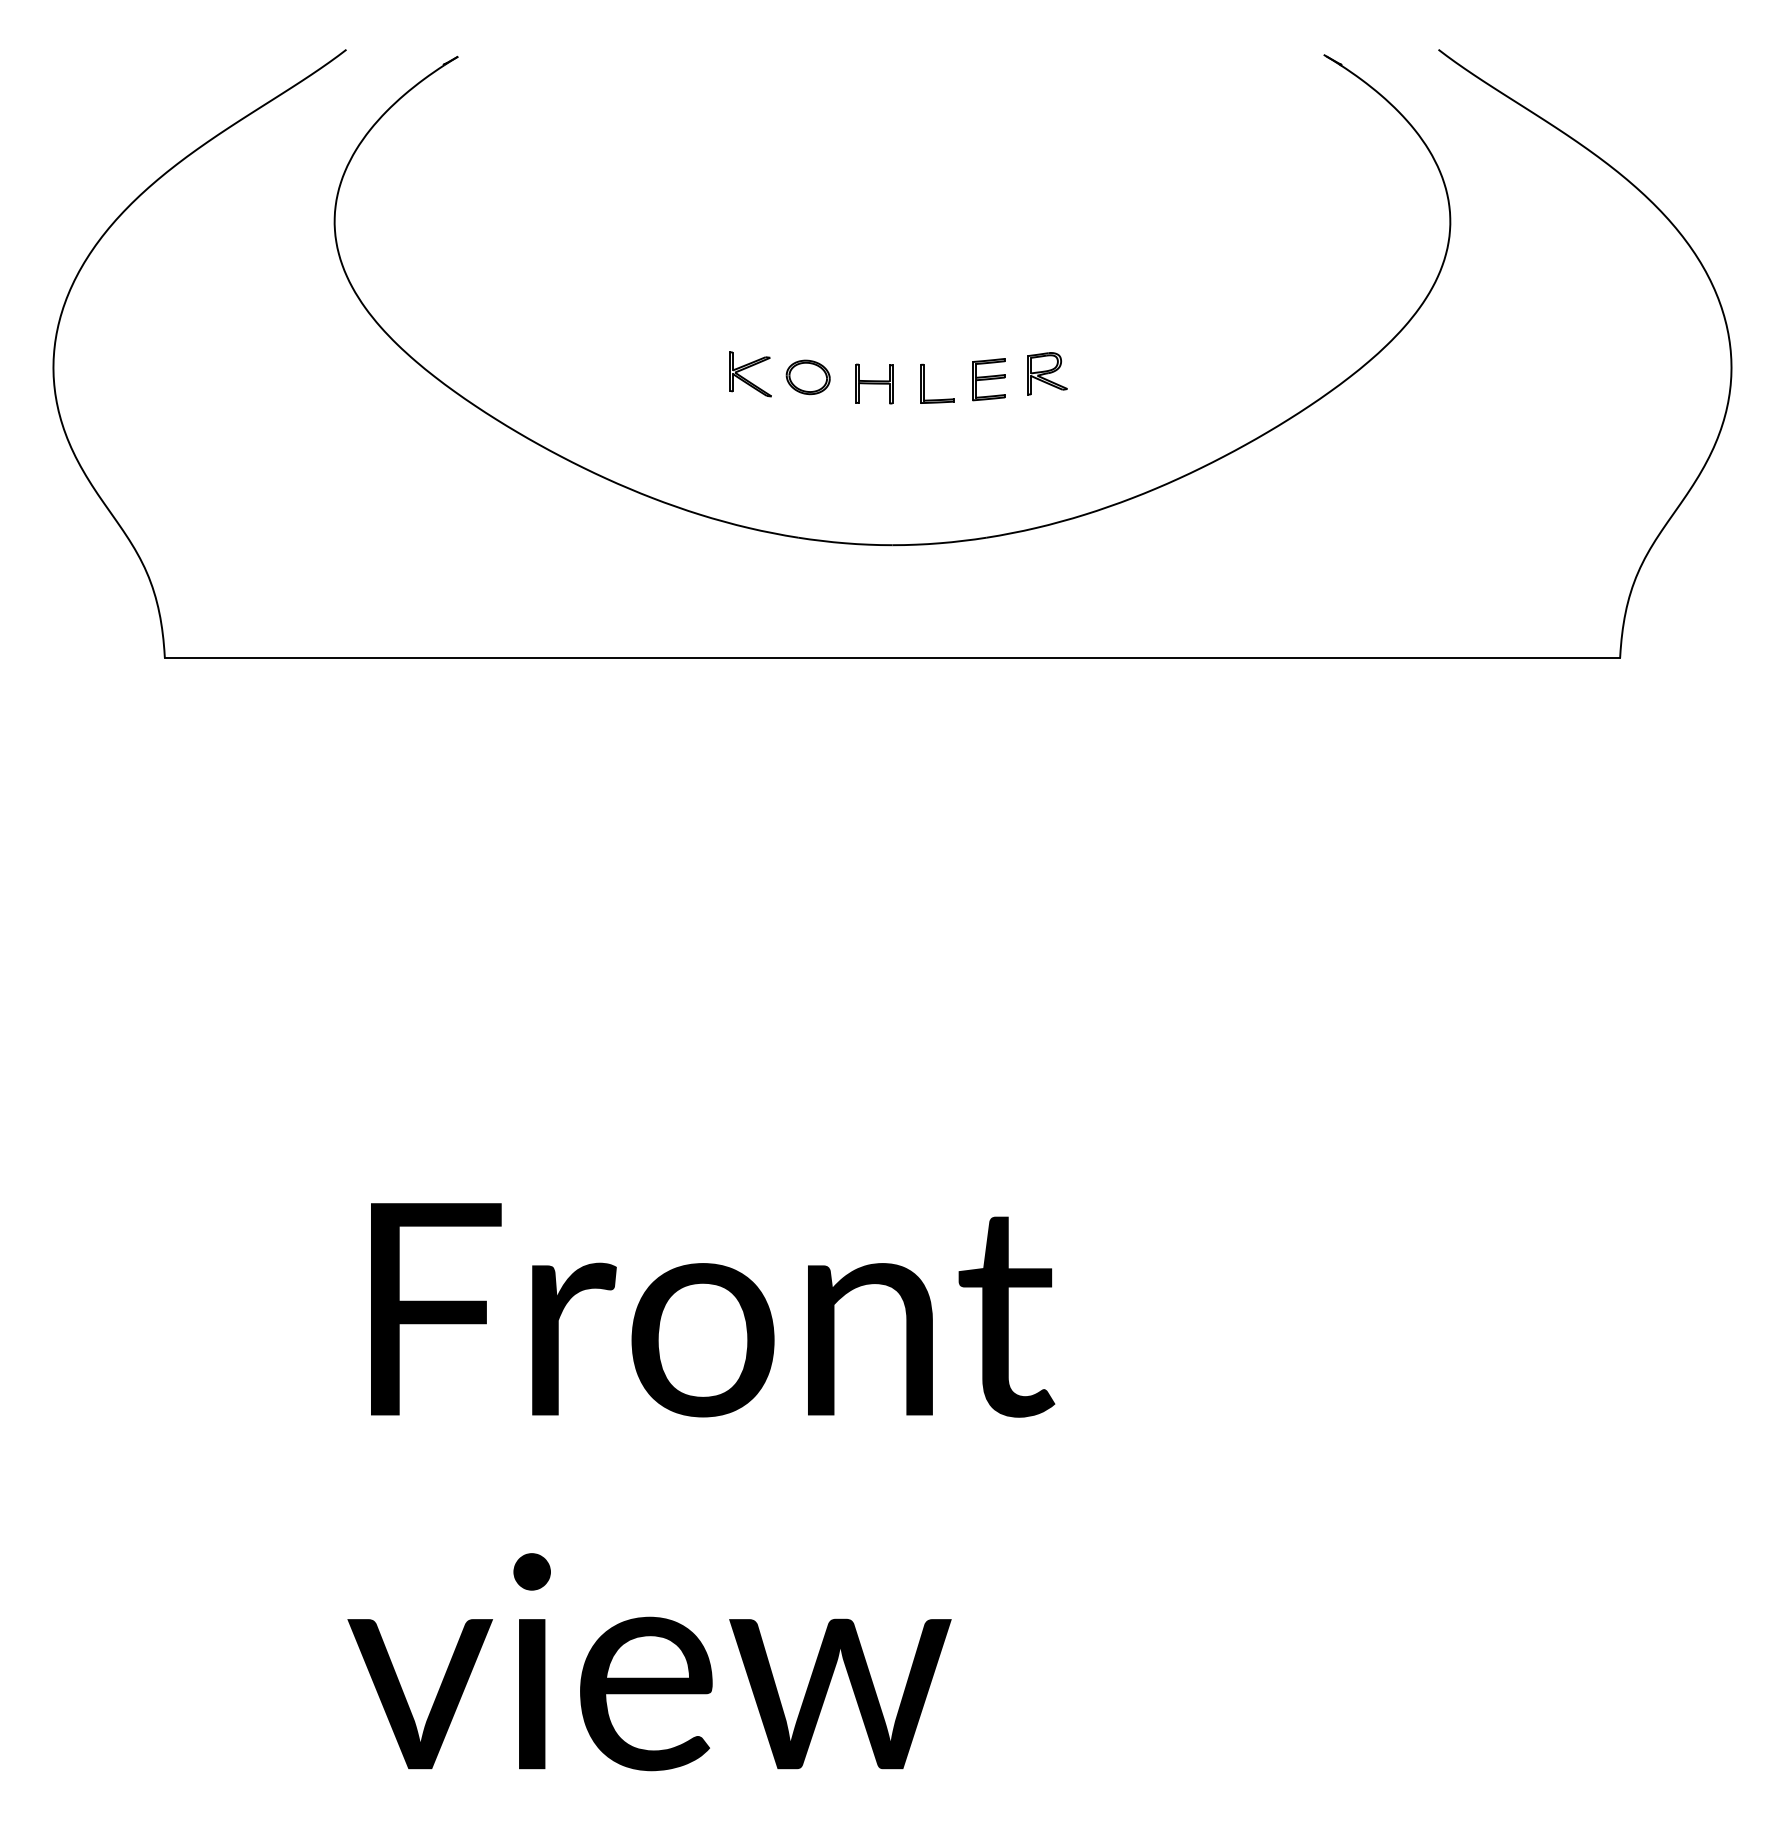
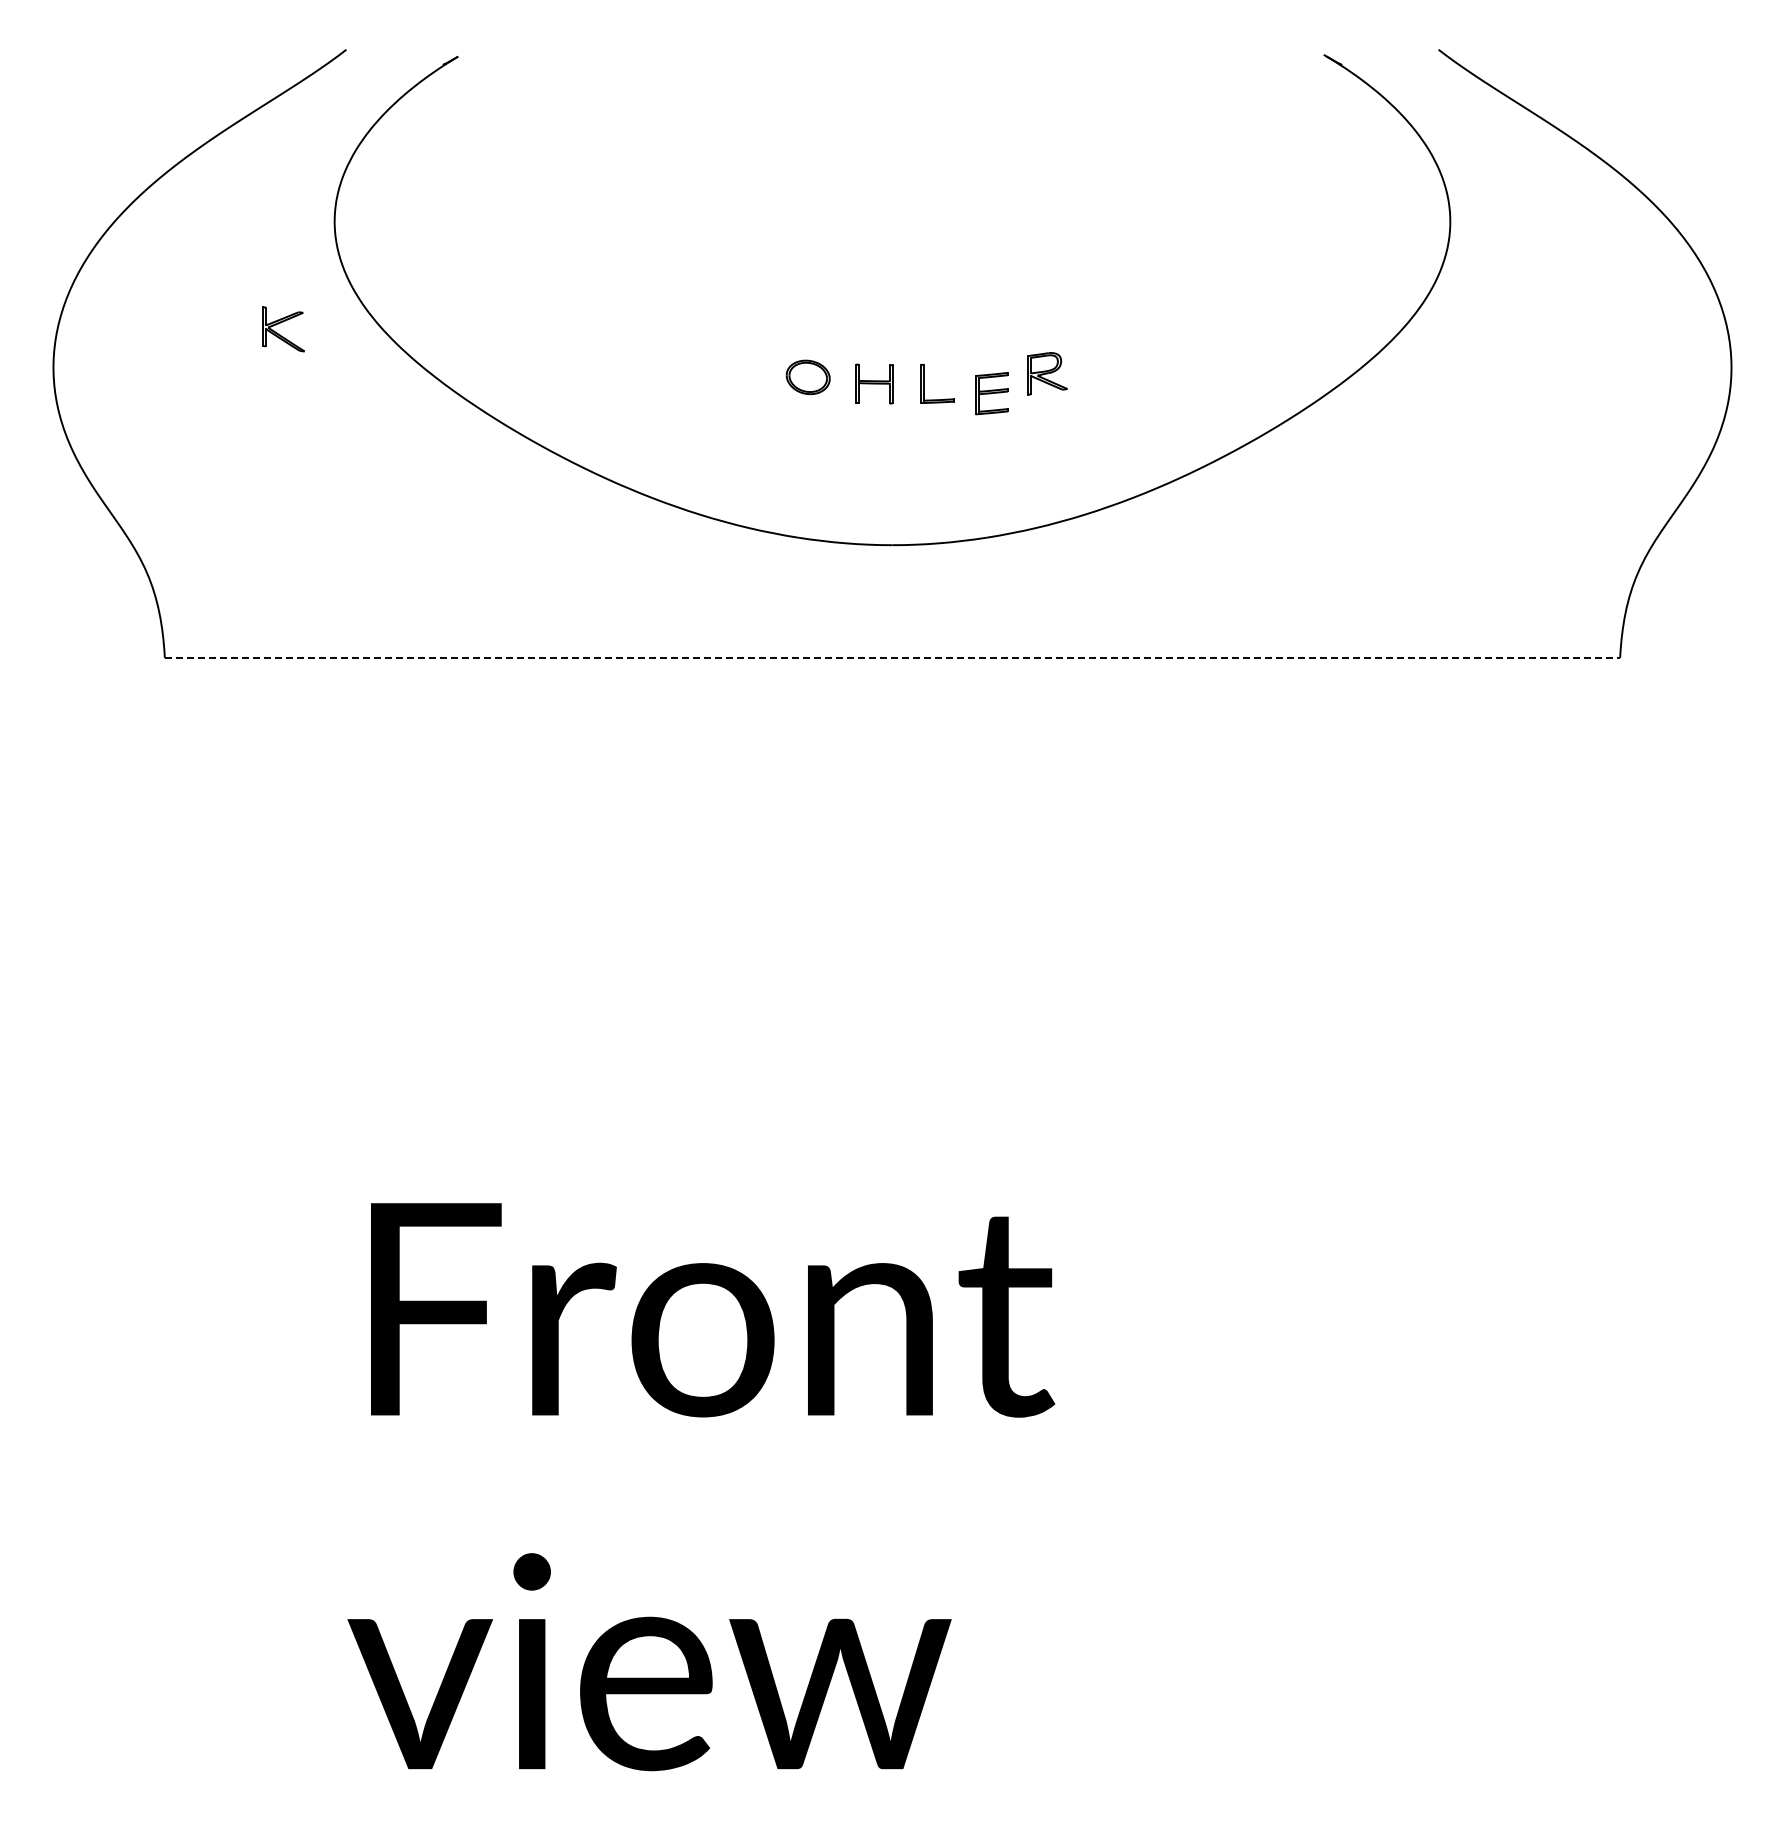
part at (750, 374) position: (750, 374) -> (283, 329)
part at (988, 379) position: (988, 379) -> (991, 393)
line at (892, 658): solid -> dashed
